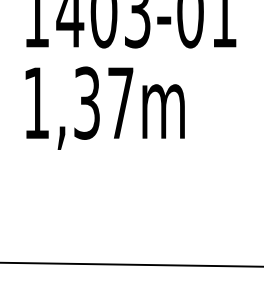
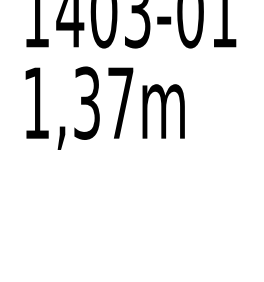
line at (131, 264): present -> none
